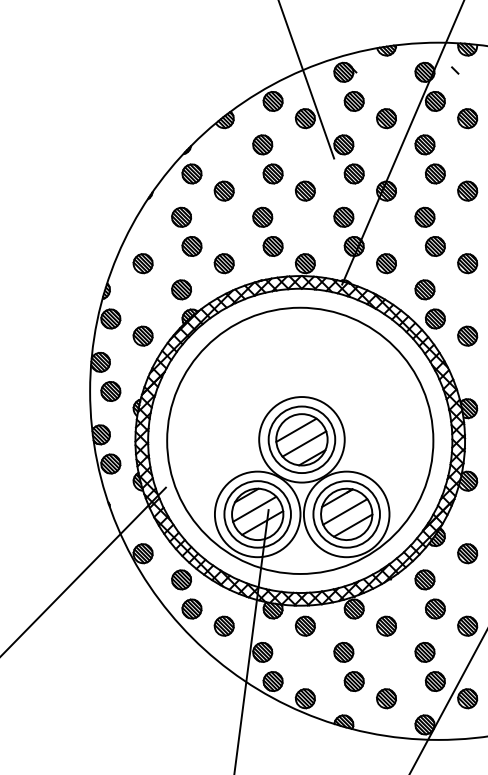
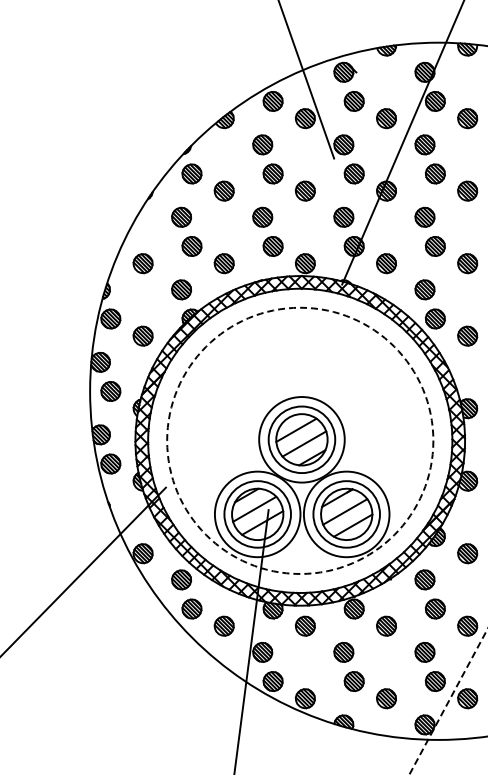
line at (455, 70): present -> none
circle at (300, 440): solid -> dashed
line at (448, 701): solid -> dashed
